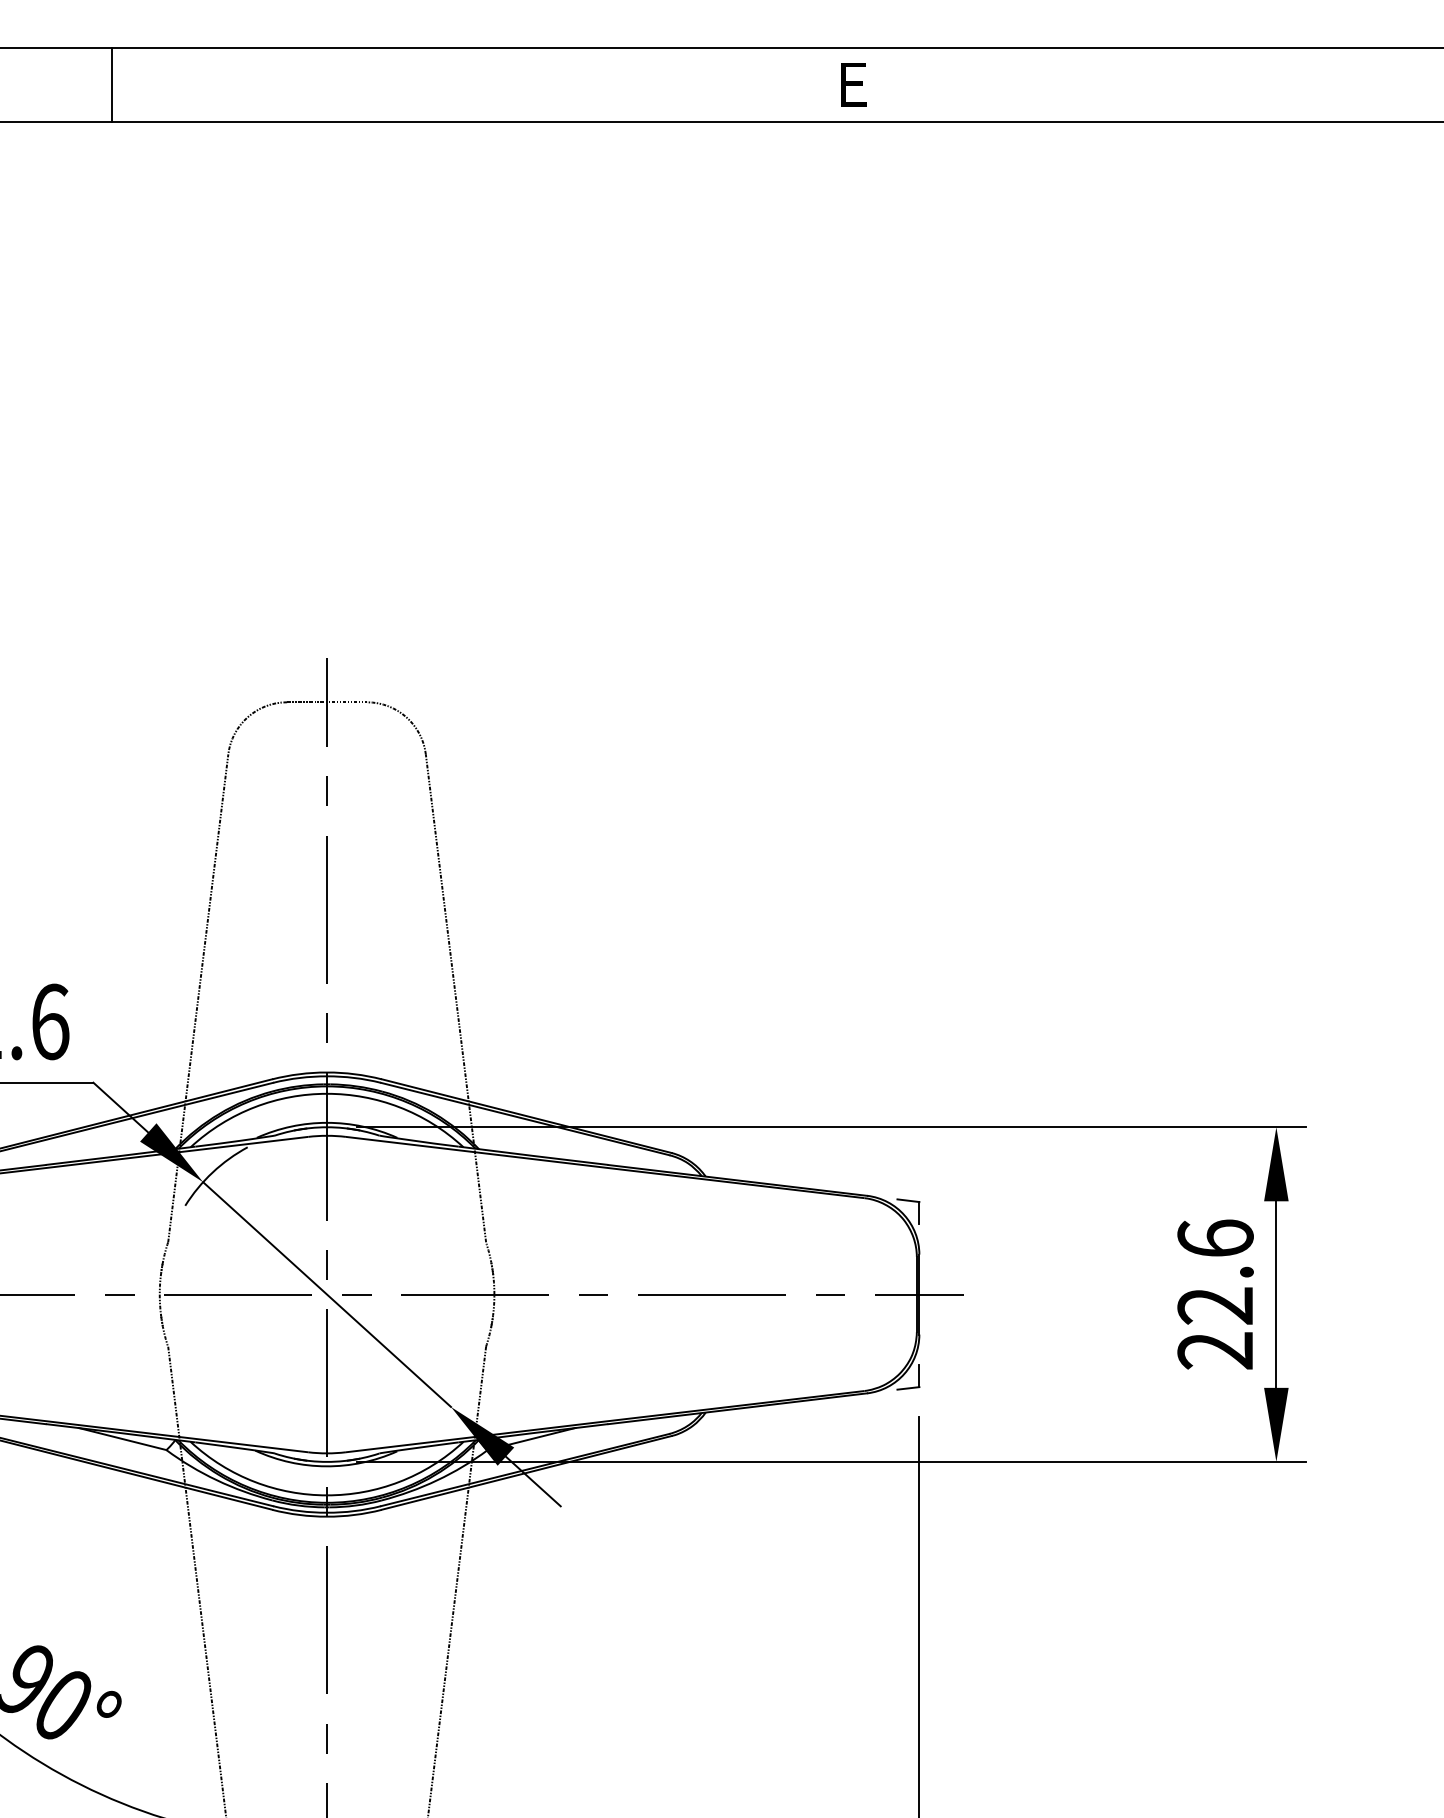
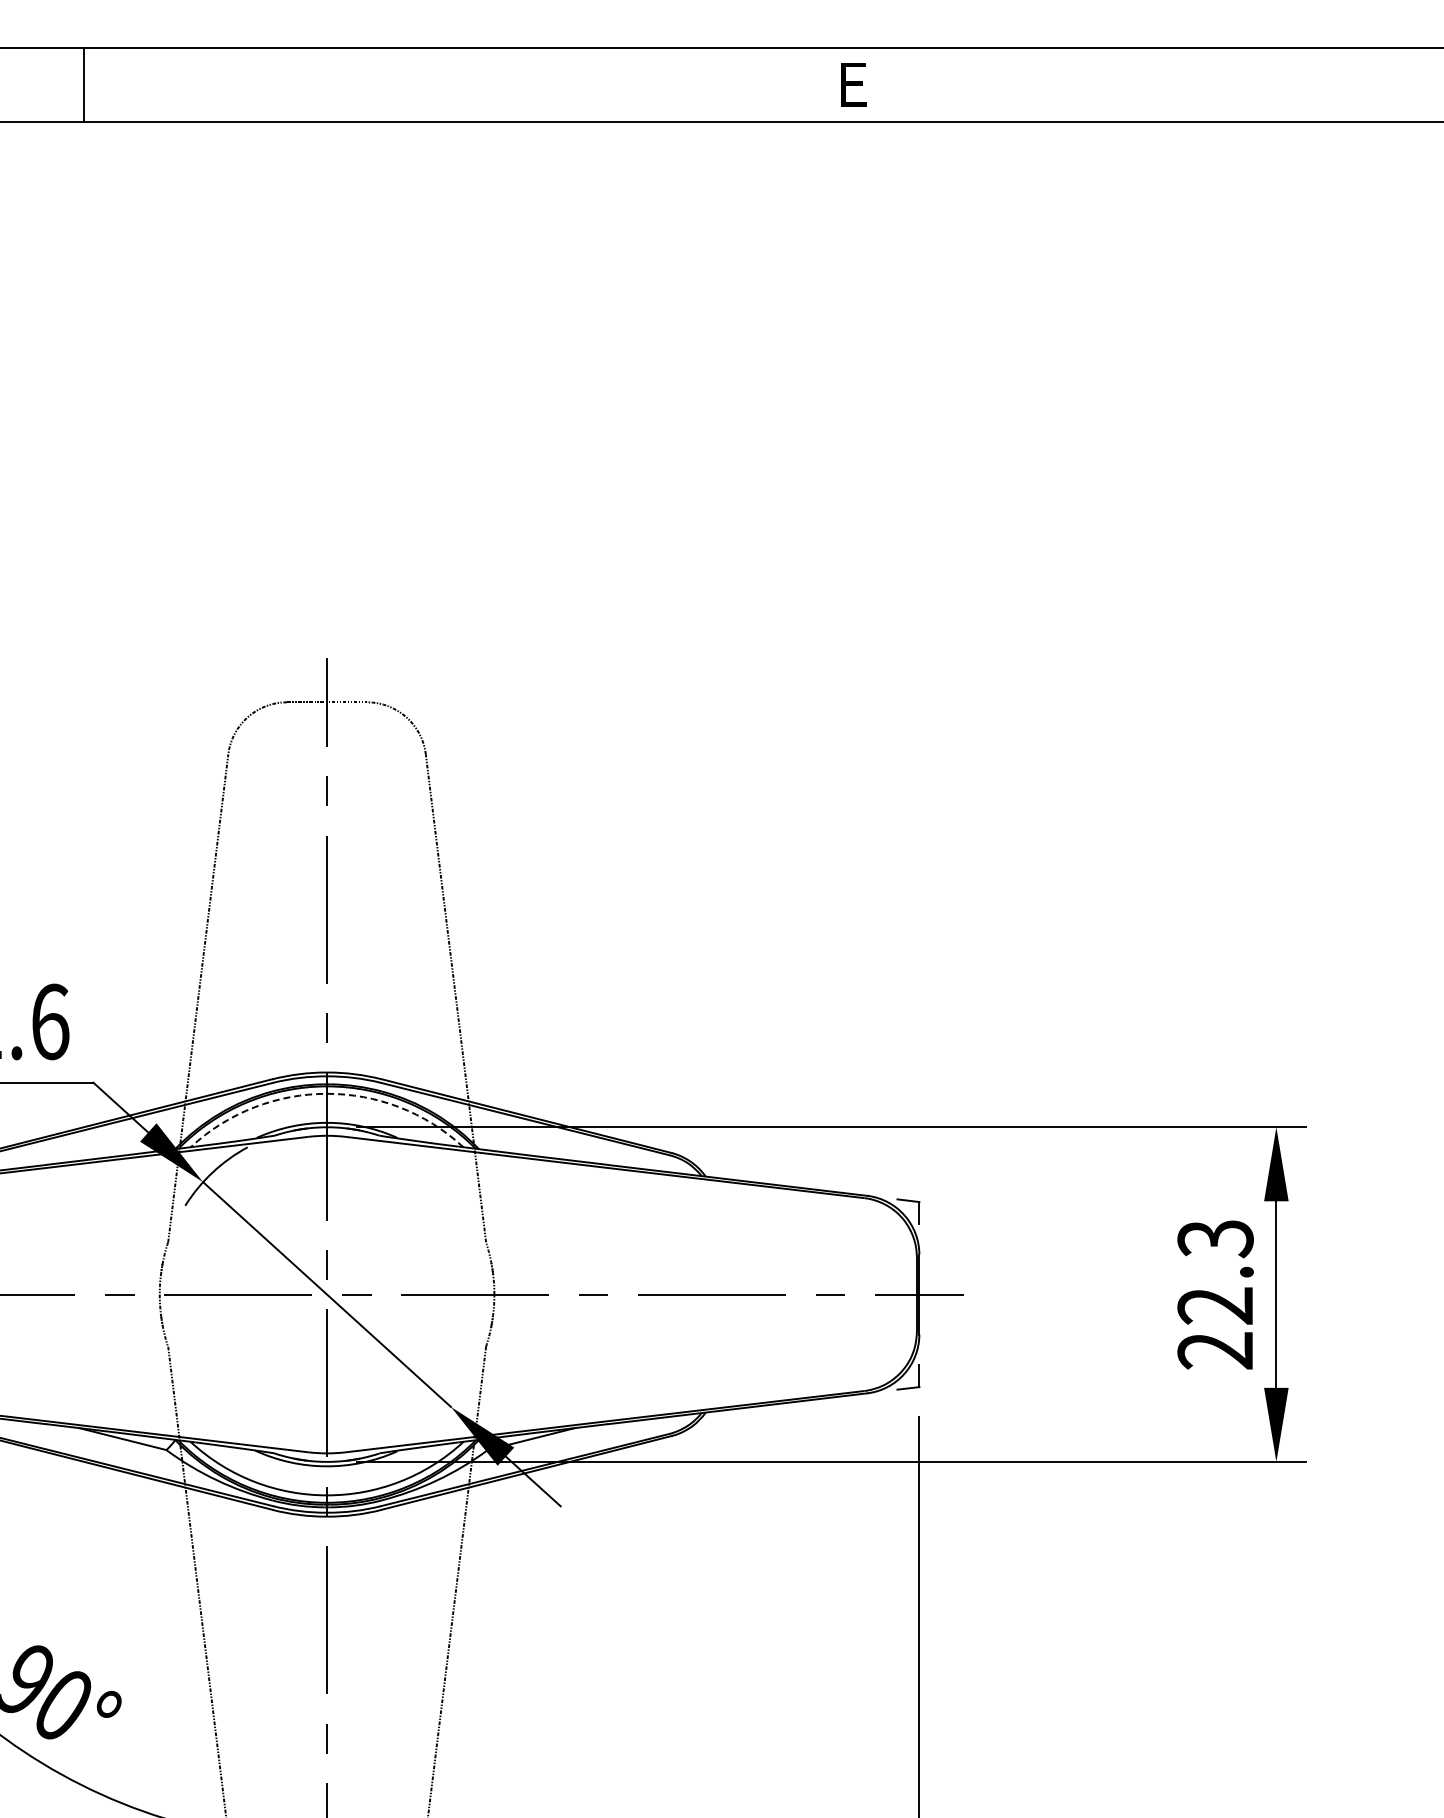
line at (112, 84) position: (112, 84) -> (84, 84)
arc at (327, 1093): solid -> dashed
text at (1215, 1238): 22.6 -> 22.3
